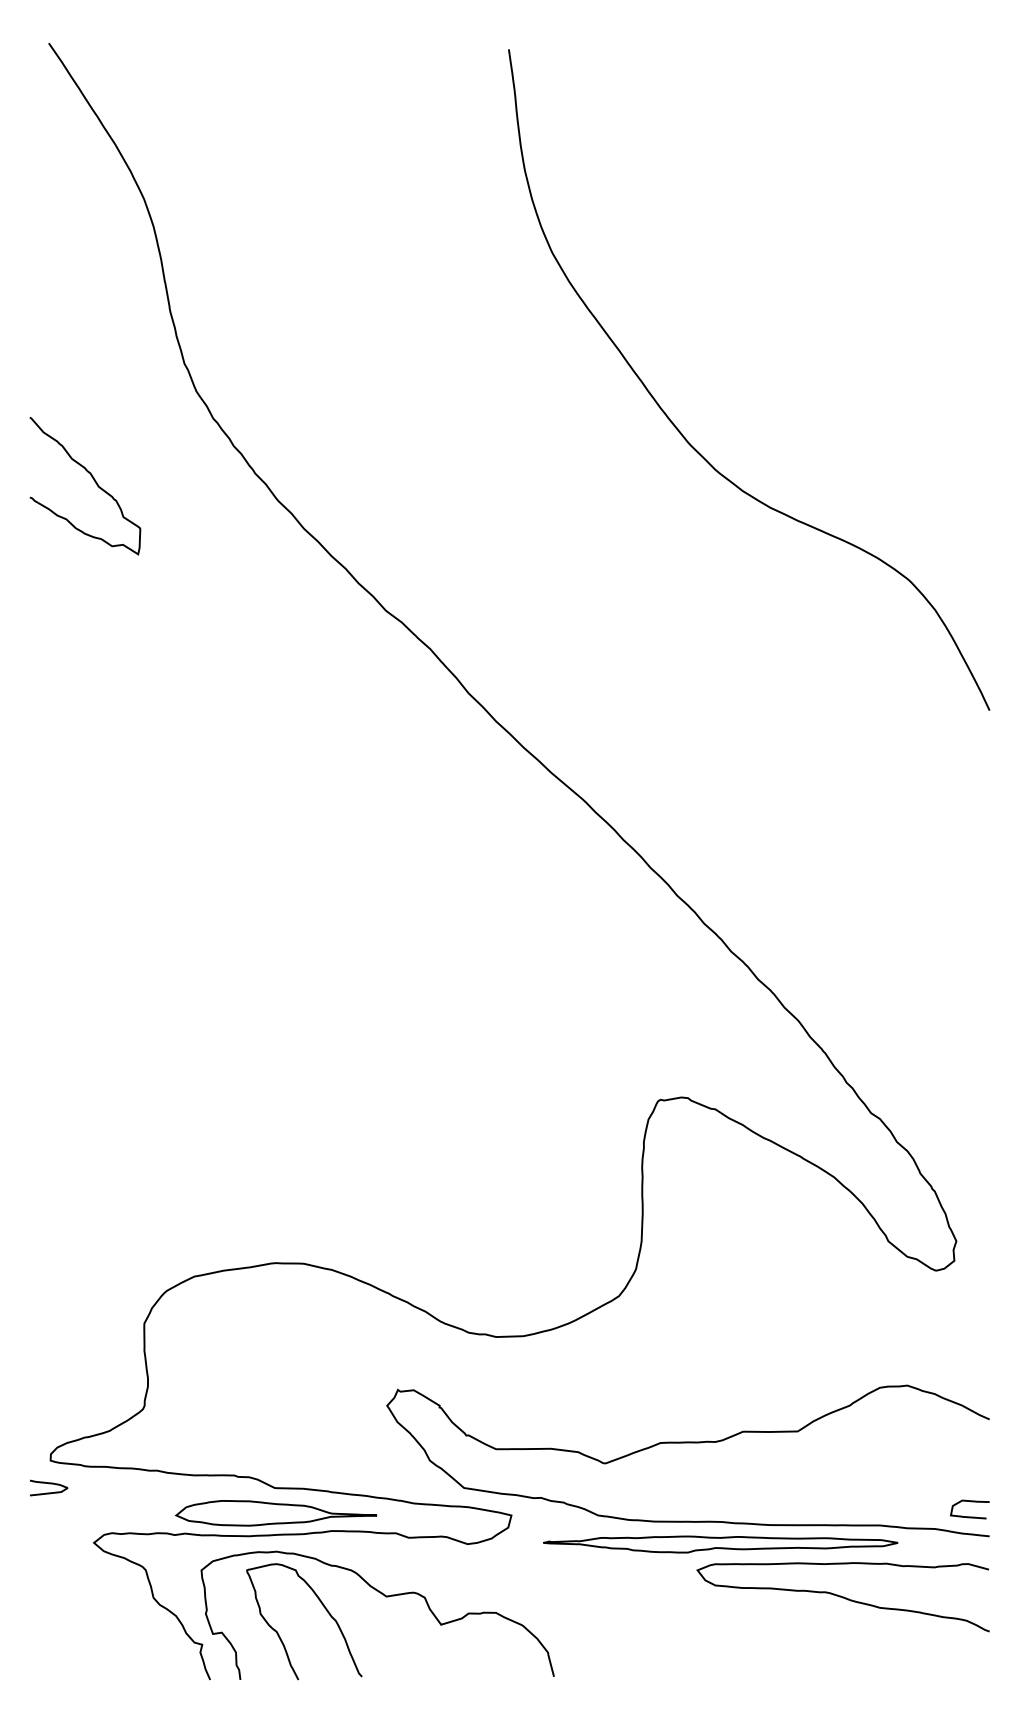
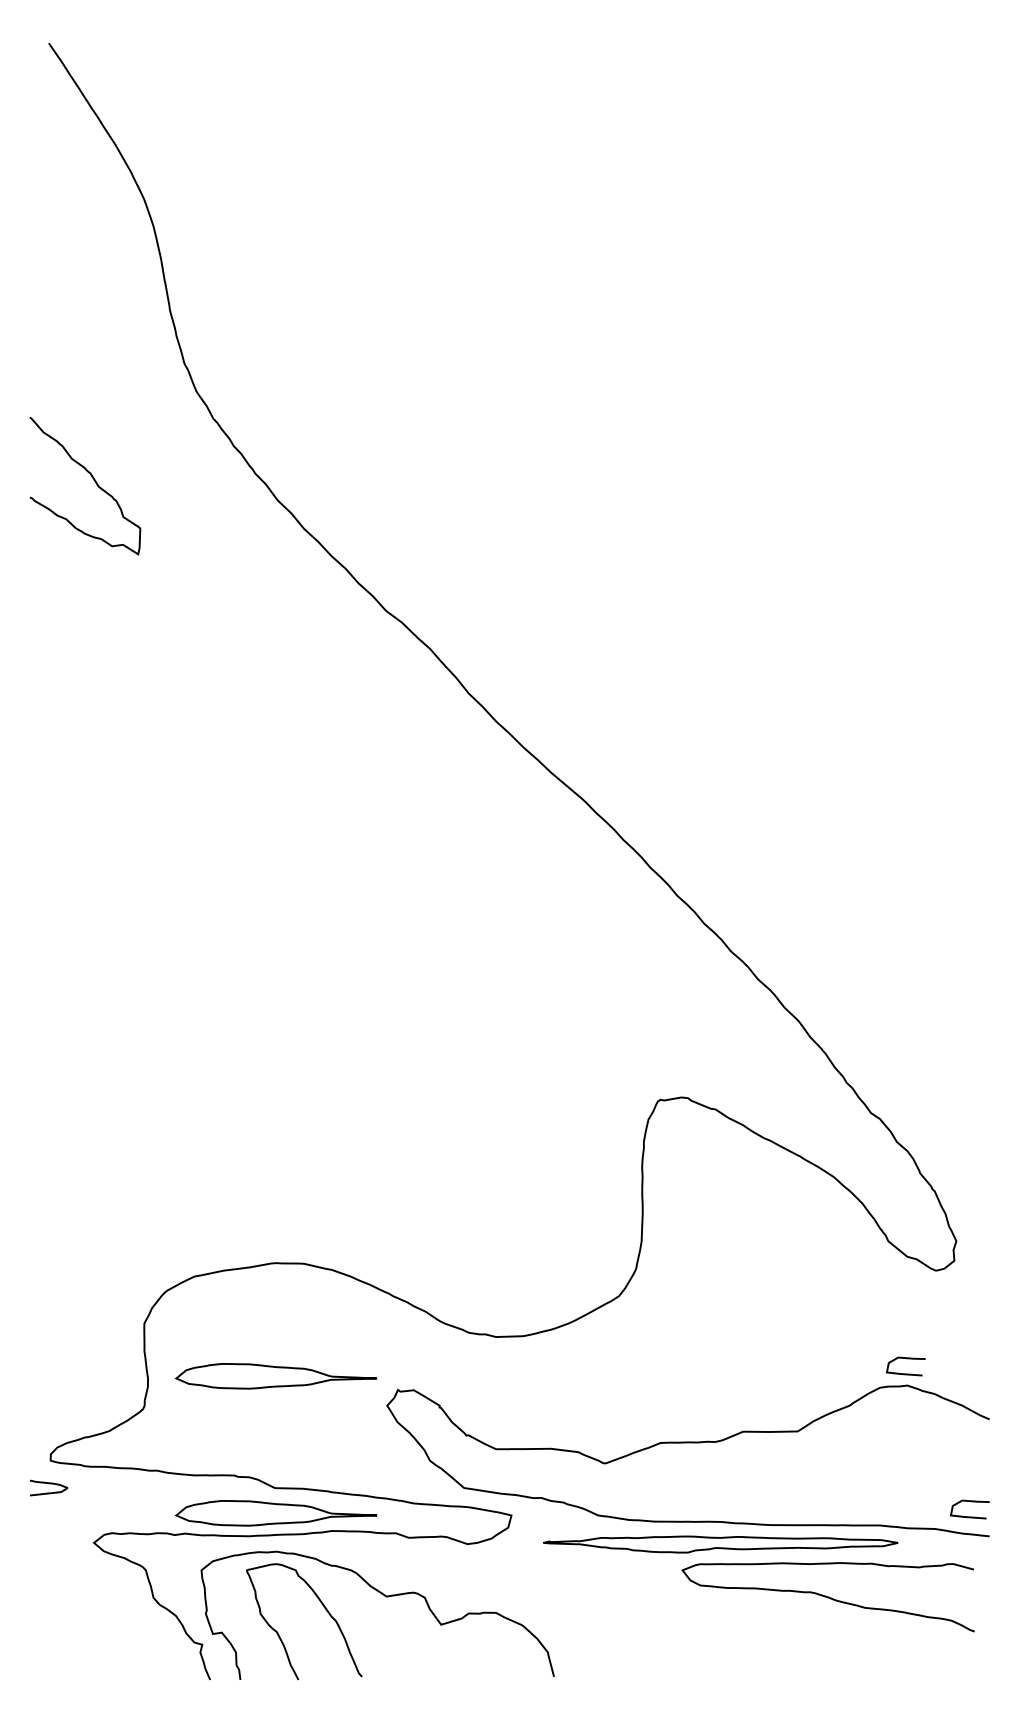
curve at (682, 433): present -> none
curve at (905, 1373): none -> present
part at (275, 1376): none -> present
curve at (842, 1597) position: (842, 1597) -> (827, 1597)
